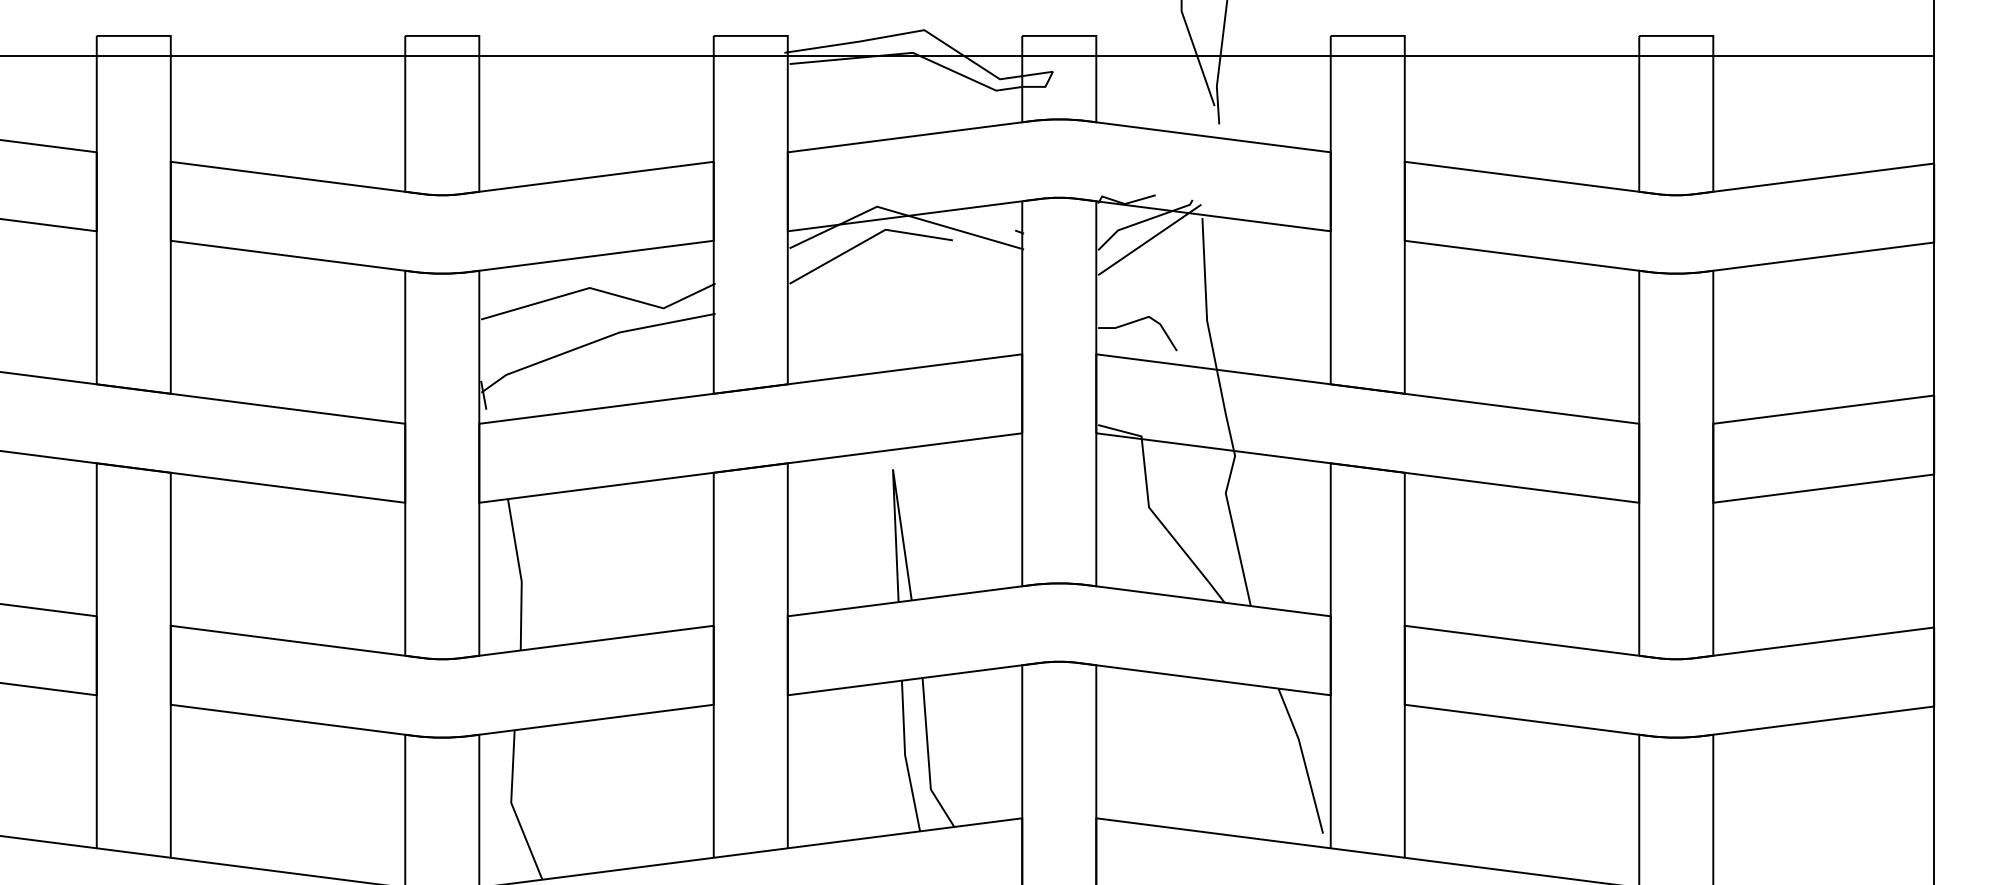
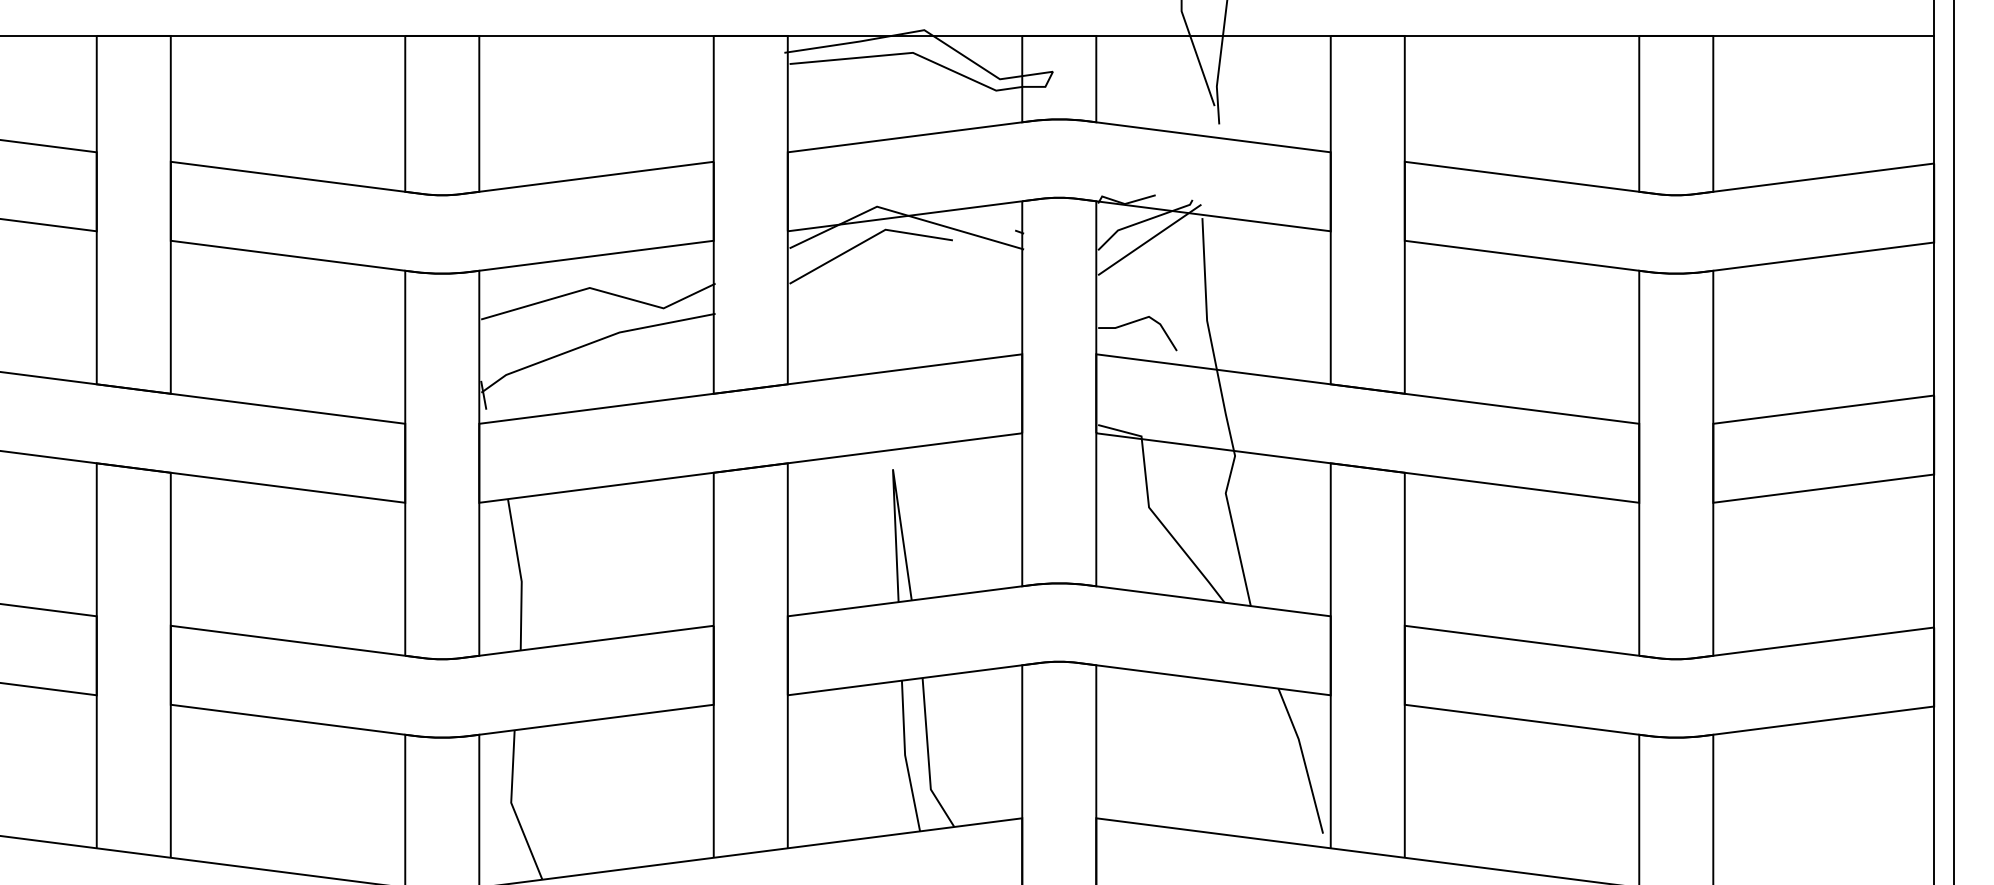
line at (968, 55) position: (968, 55) -> (968, 35)
line at (1953, 441): none -> present
